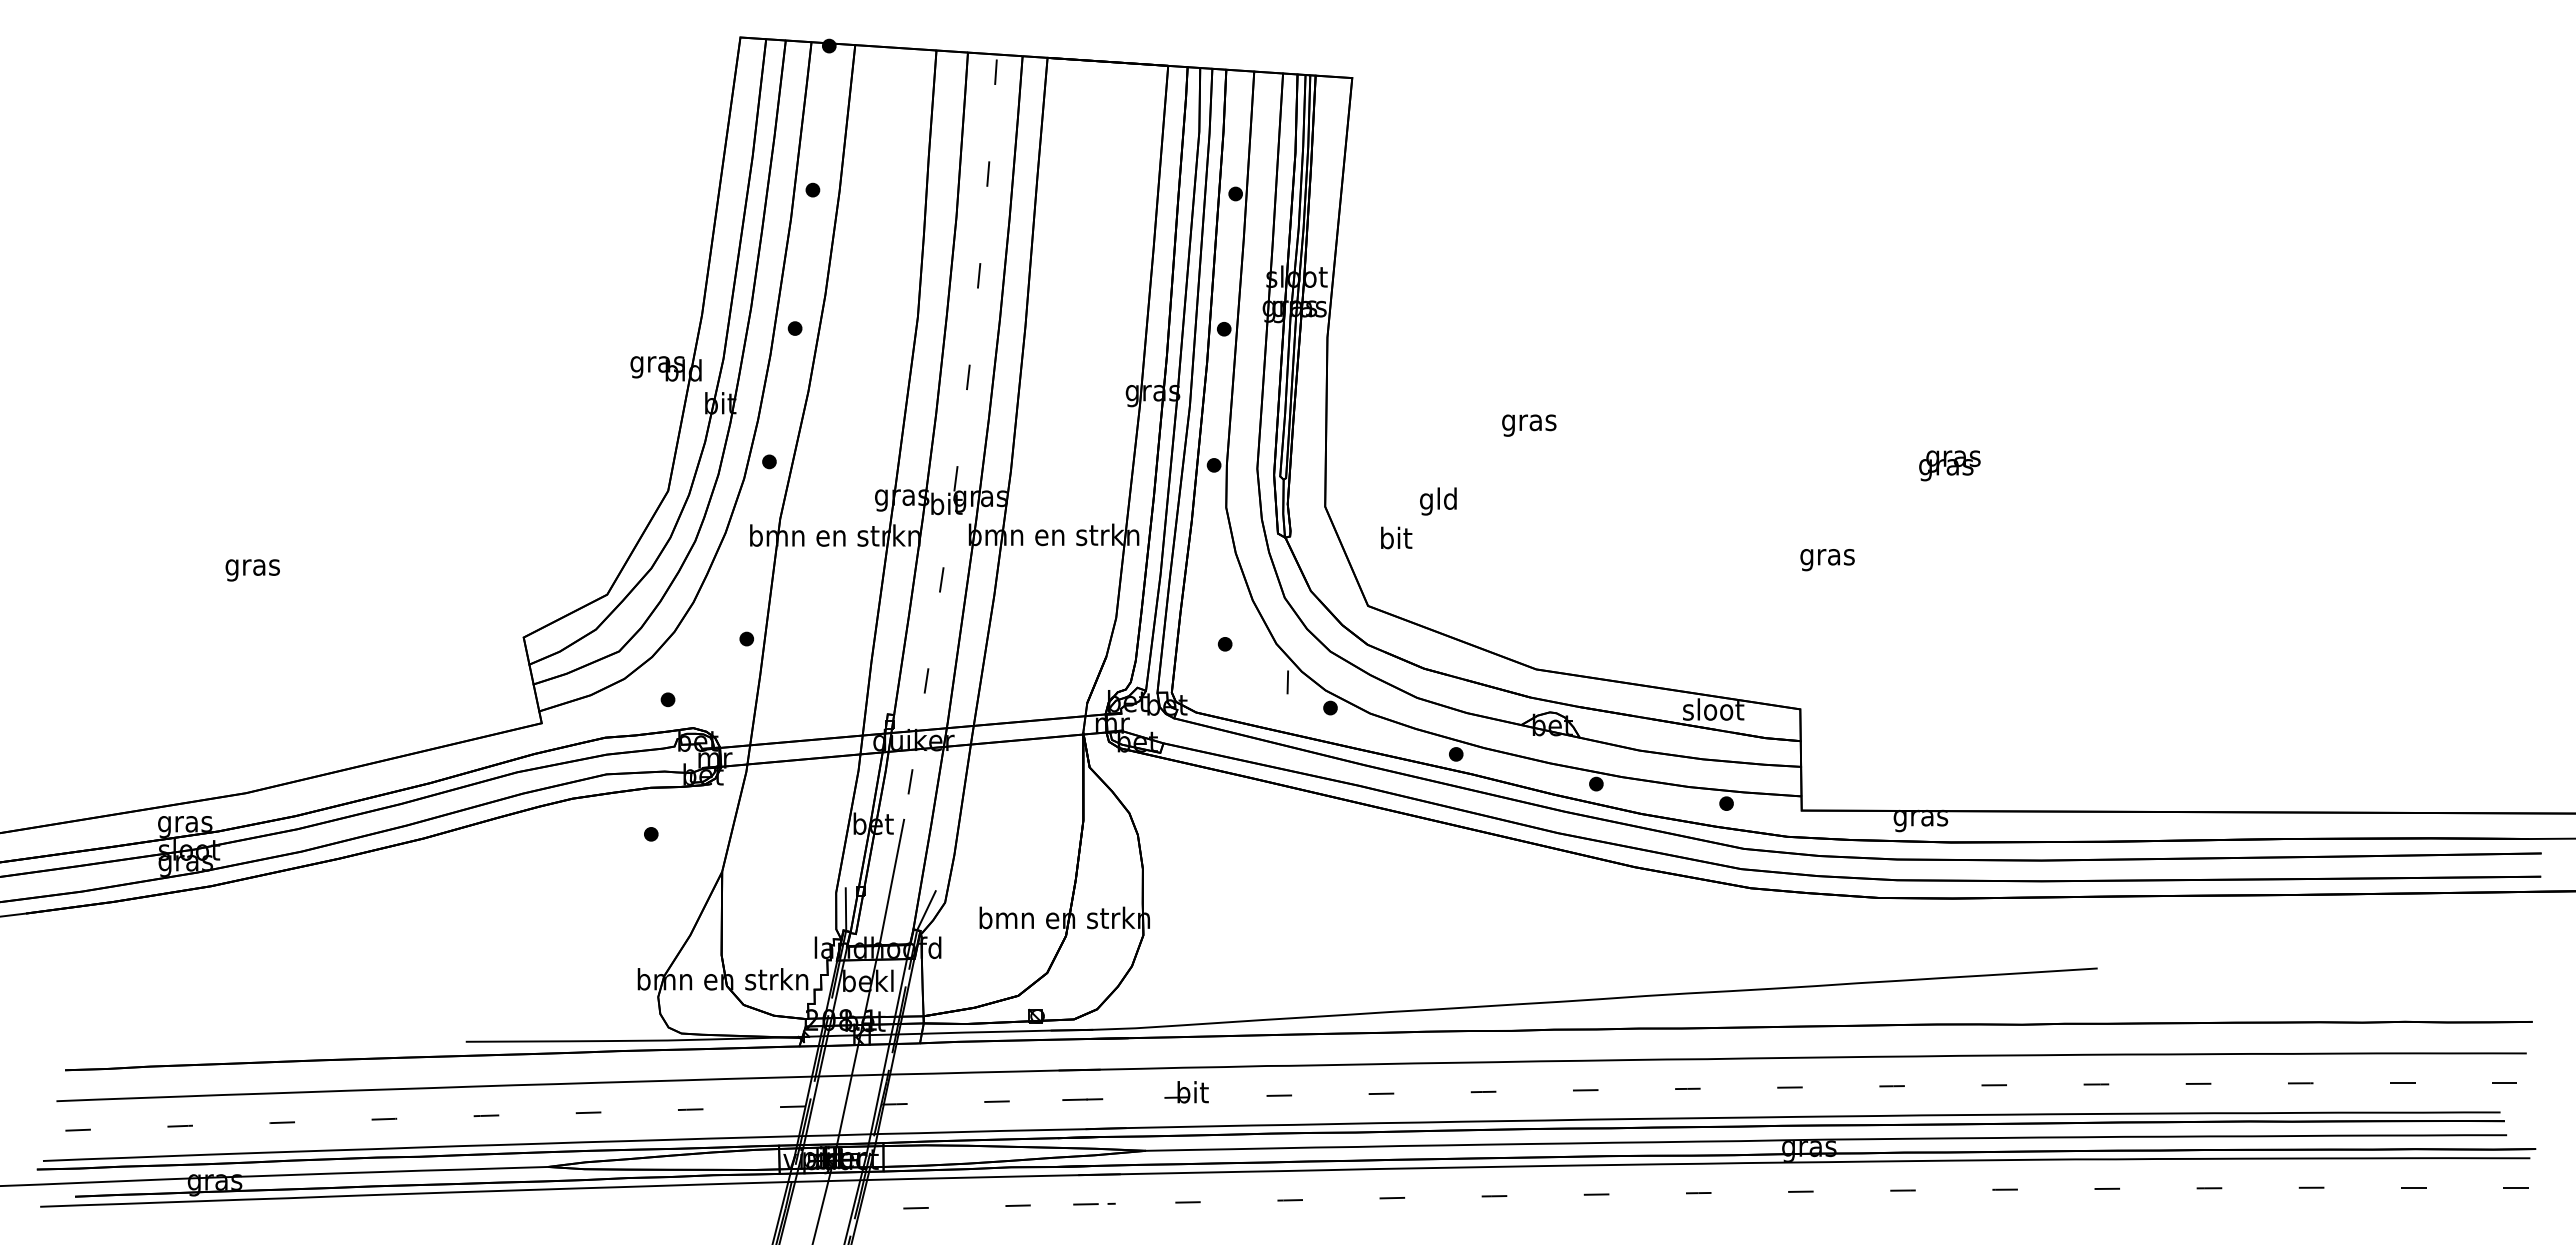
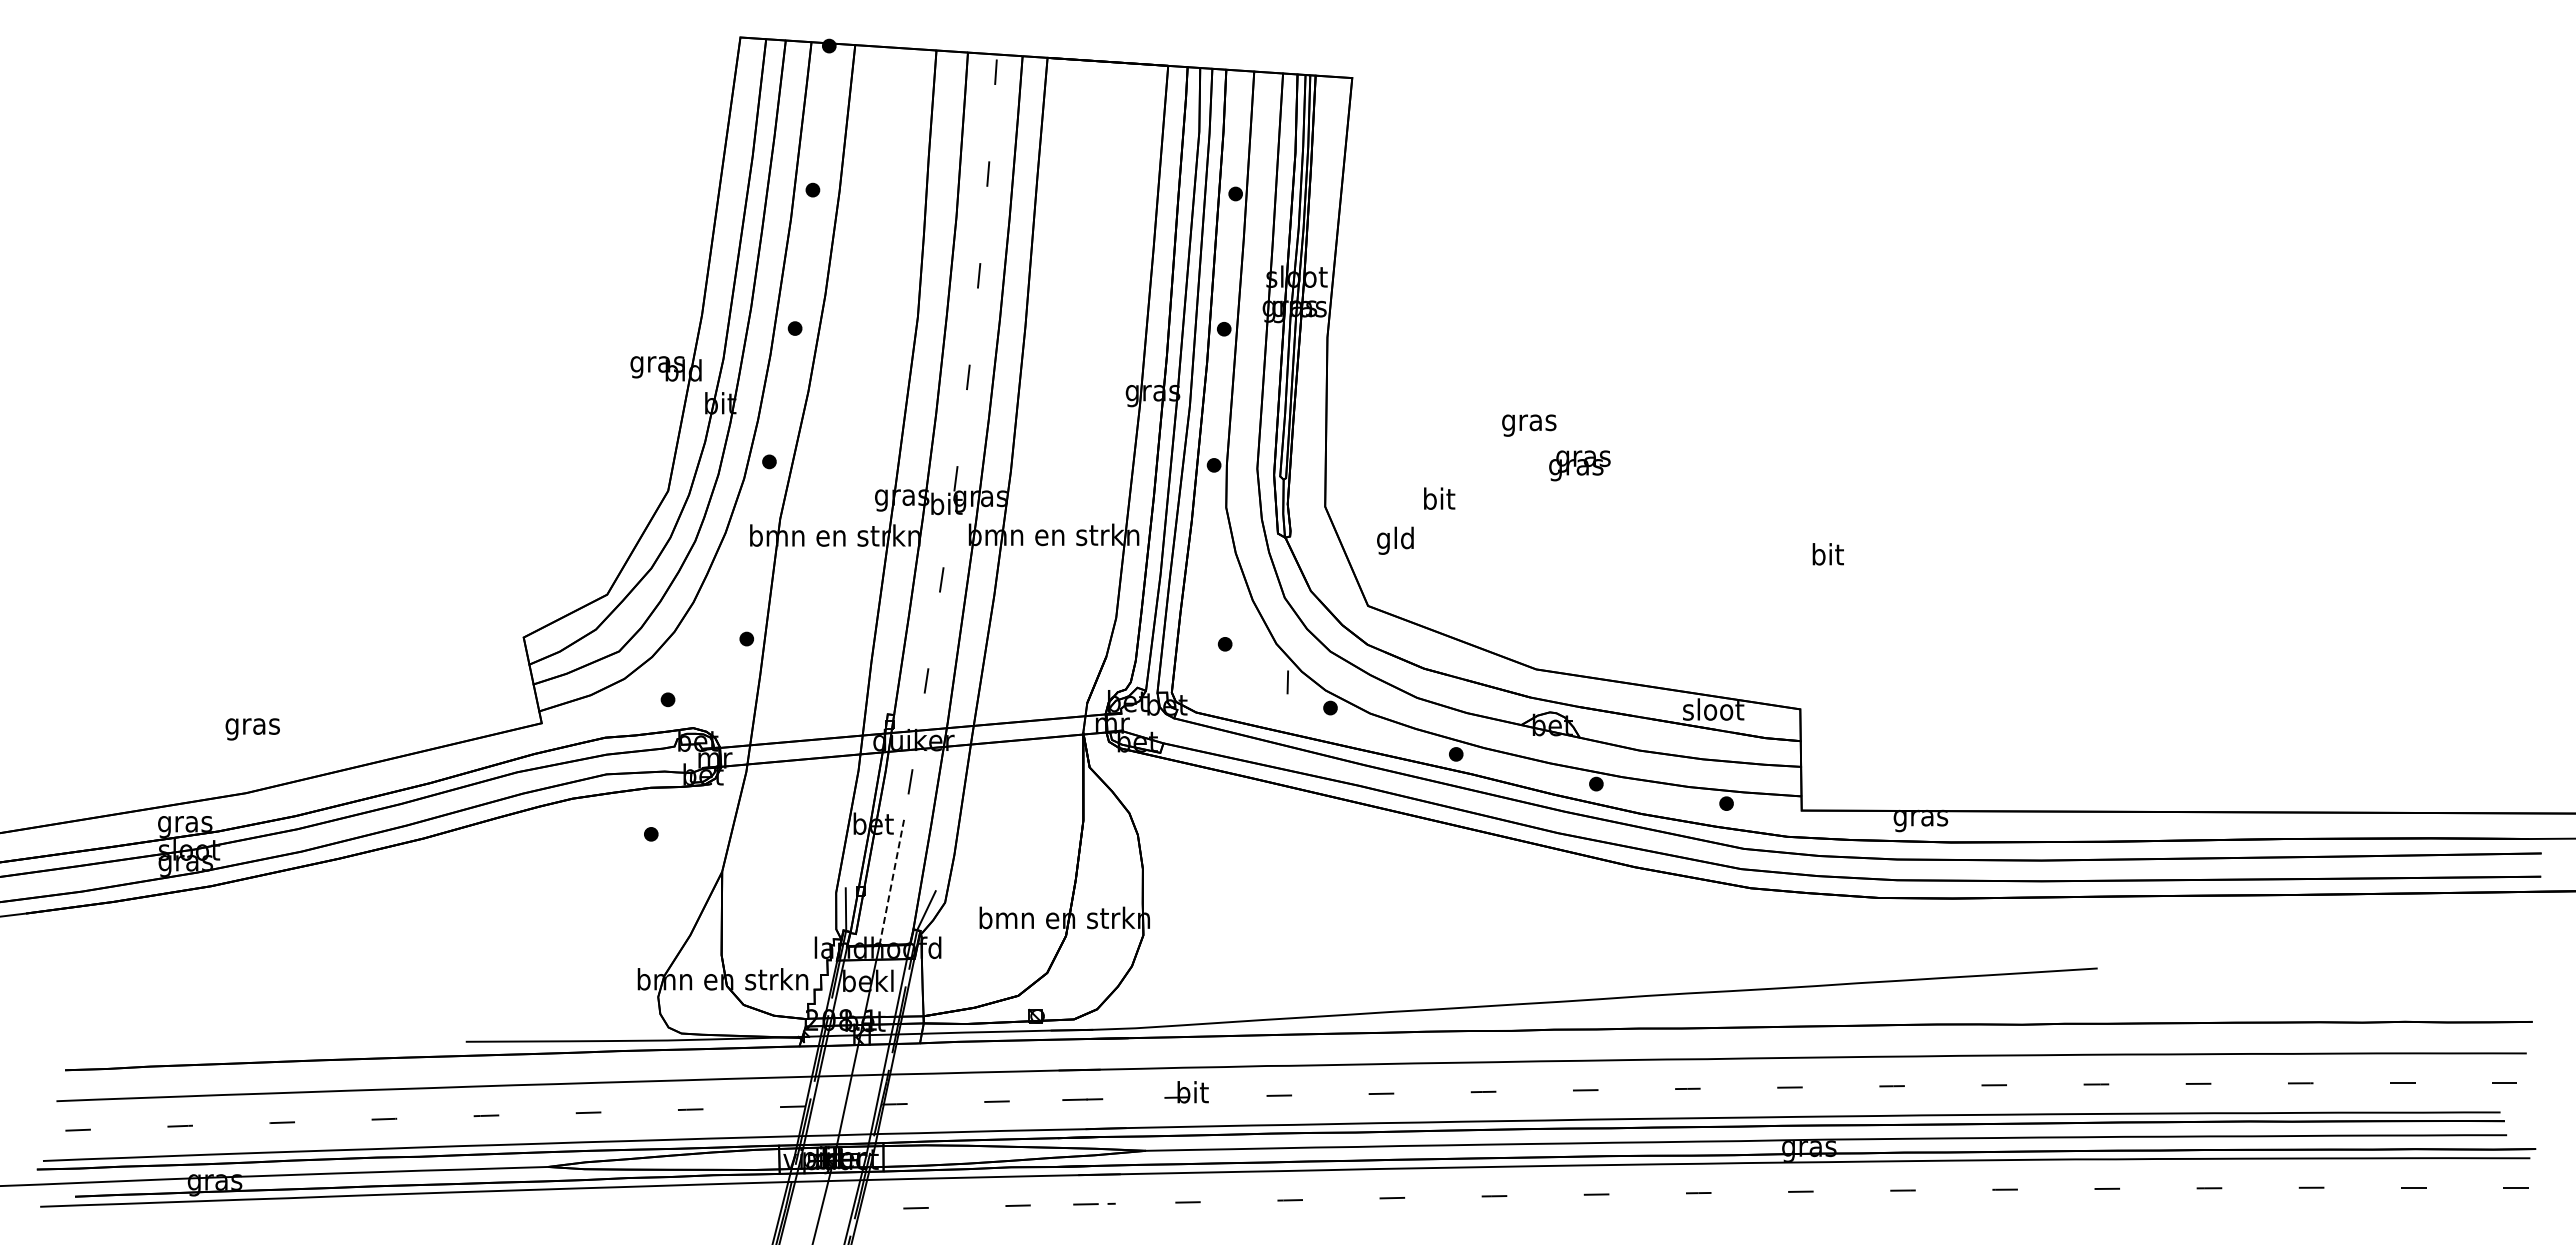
text at (1949, 465) position: (1949, 465) -> (1579, 465)
text at (1438, 501): gld -> bit
text at (1395, 540): bit -> gld
text at (1827, 557): gras -> bit
text at (252, 570) position: (252, 570) -> (252, 729)
line at (891, 882): solid -> dashed
